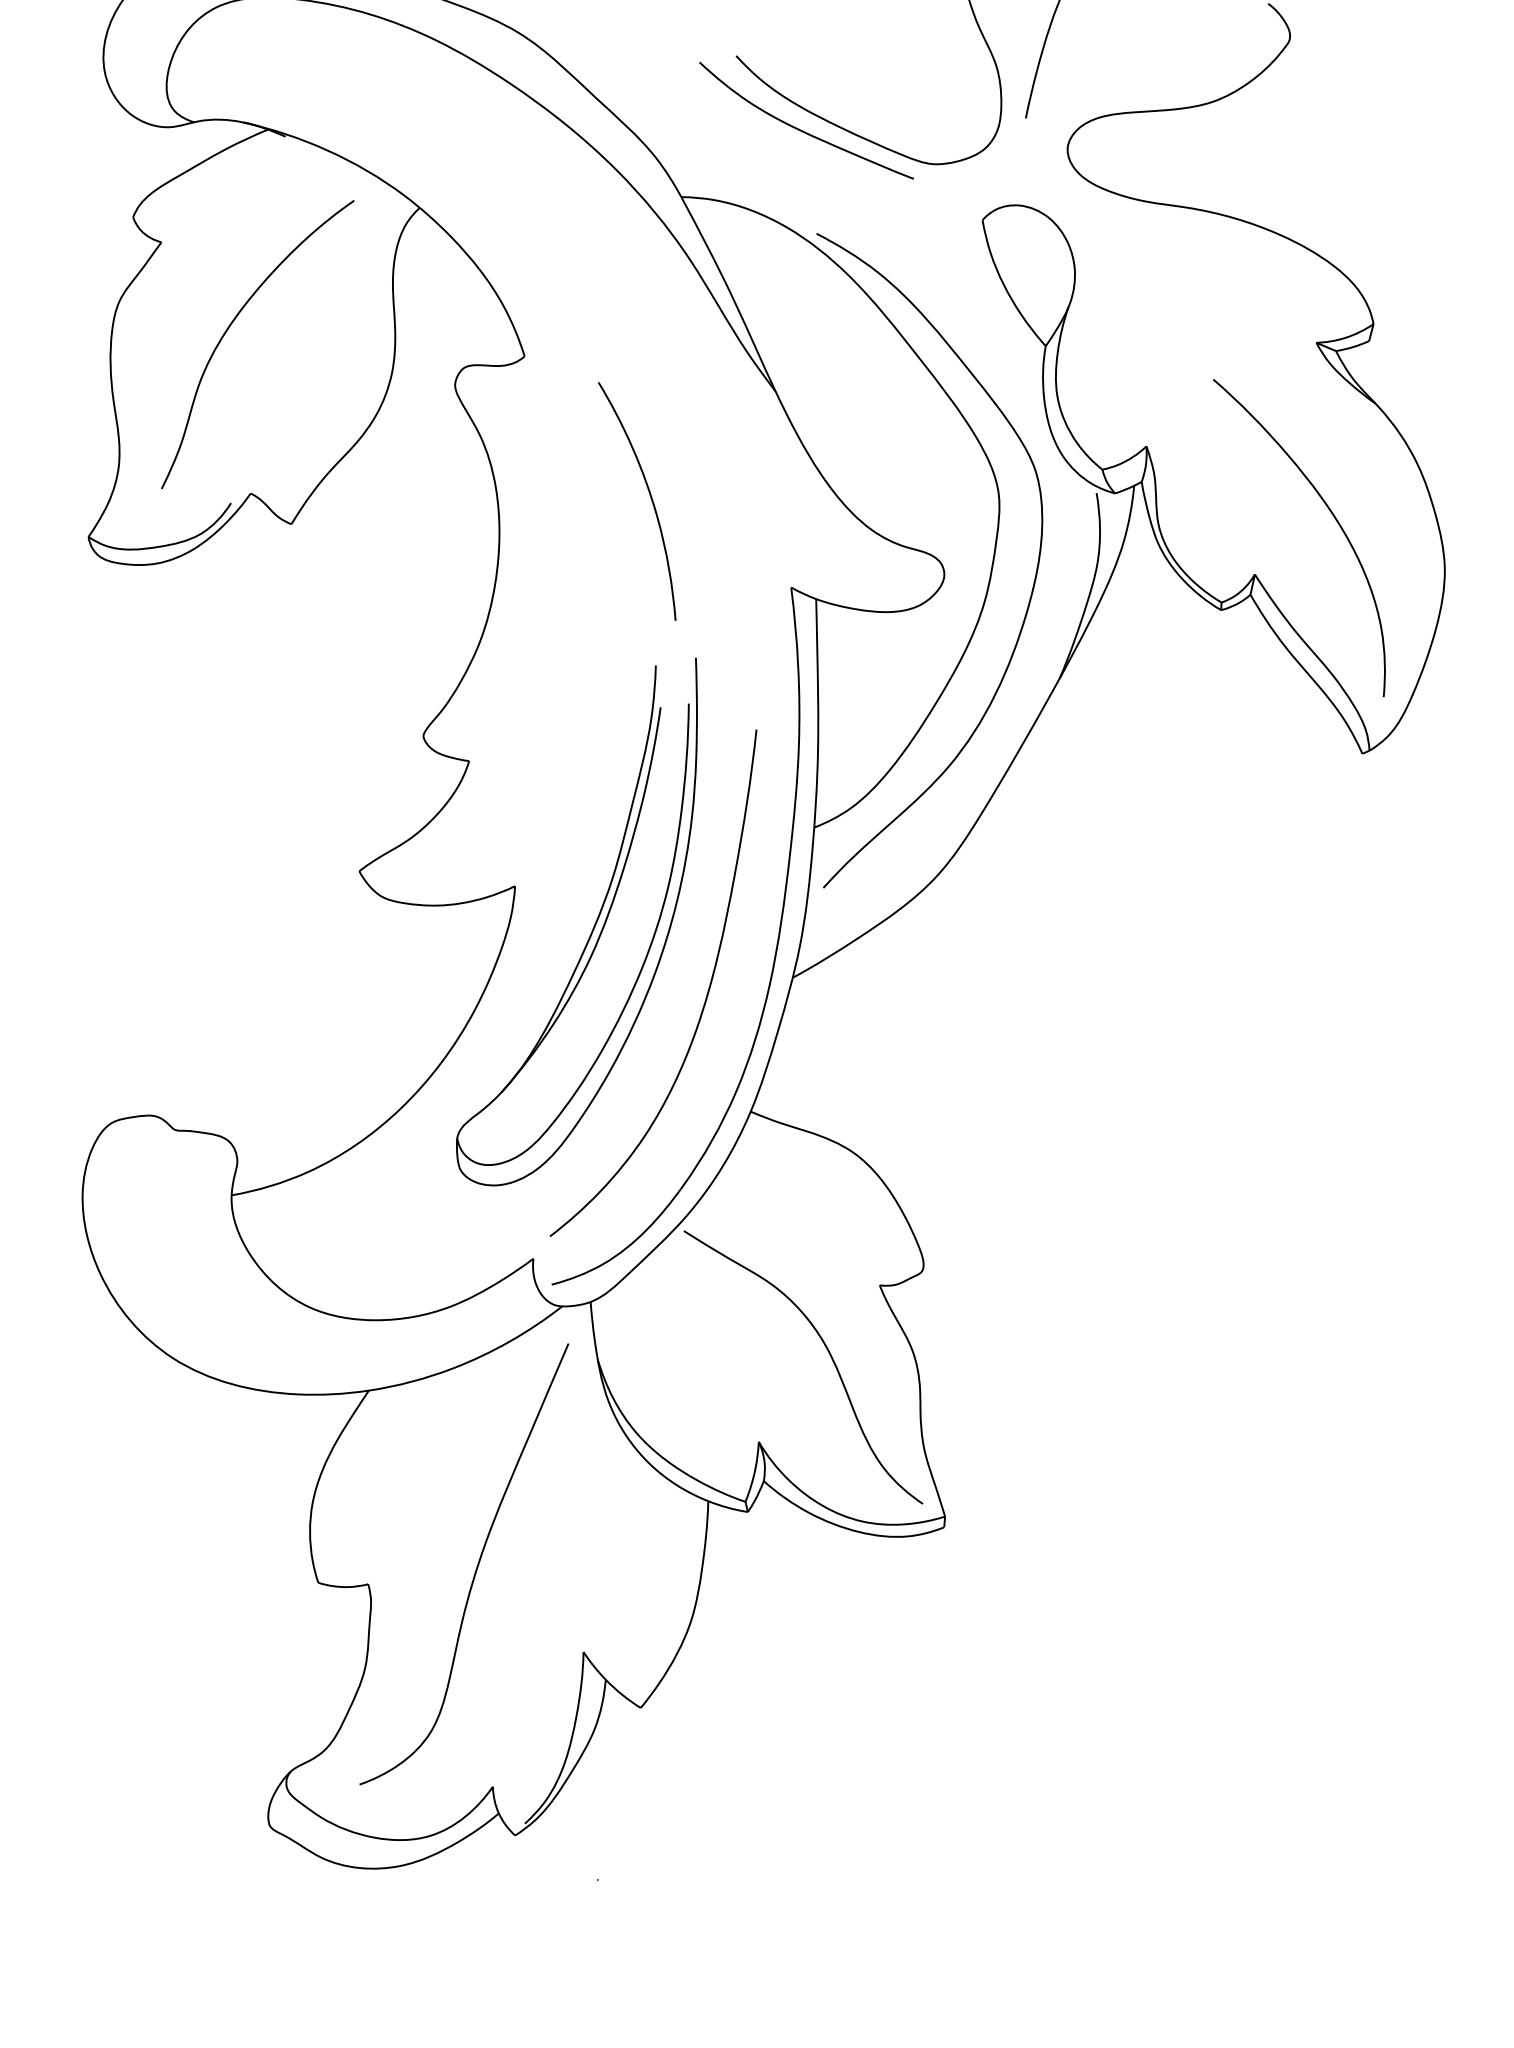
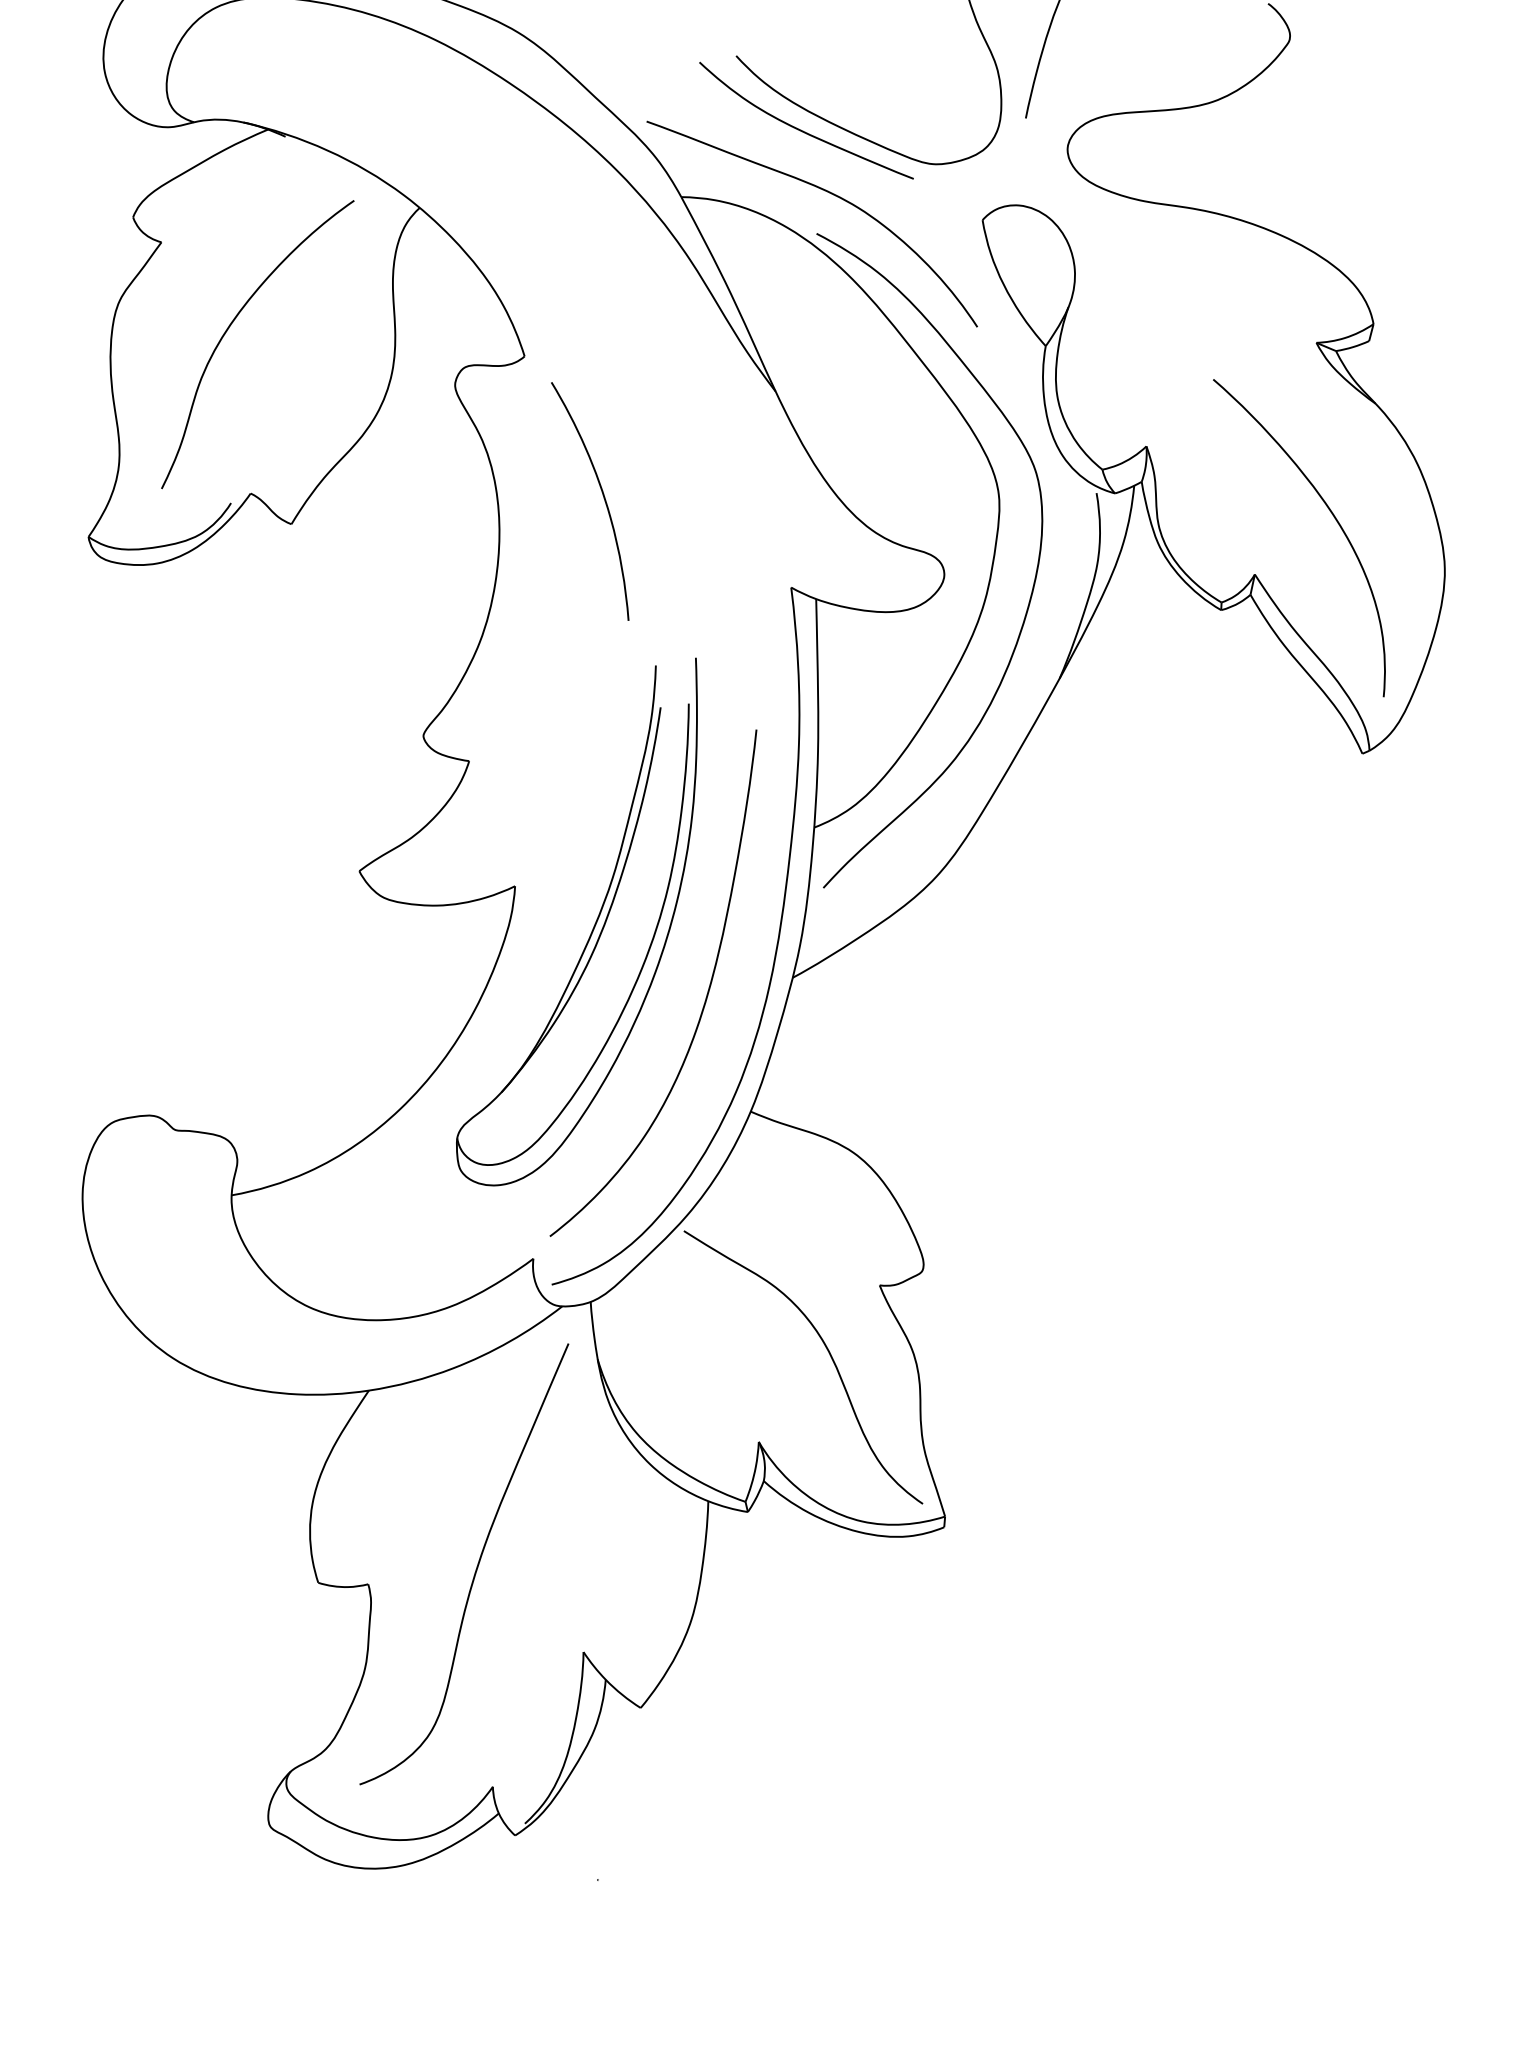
curve at (822, 190): none -> present
curve at (650, 498) position: (650, 498) -> (603, 498)
